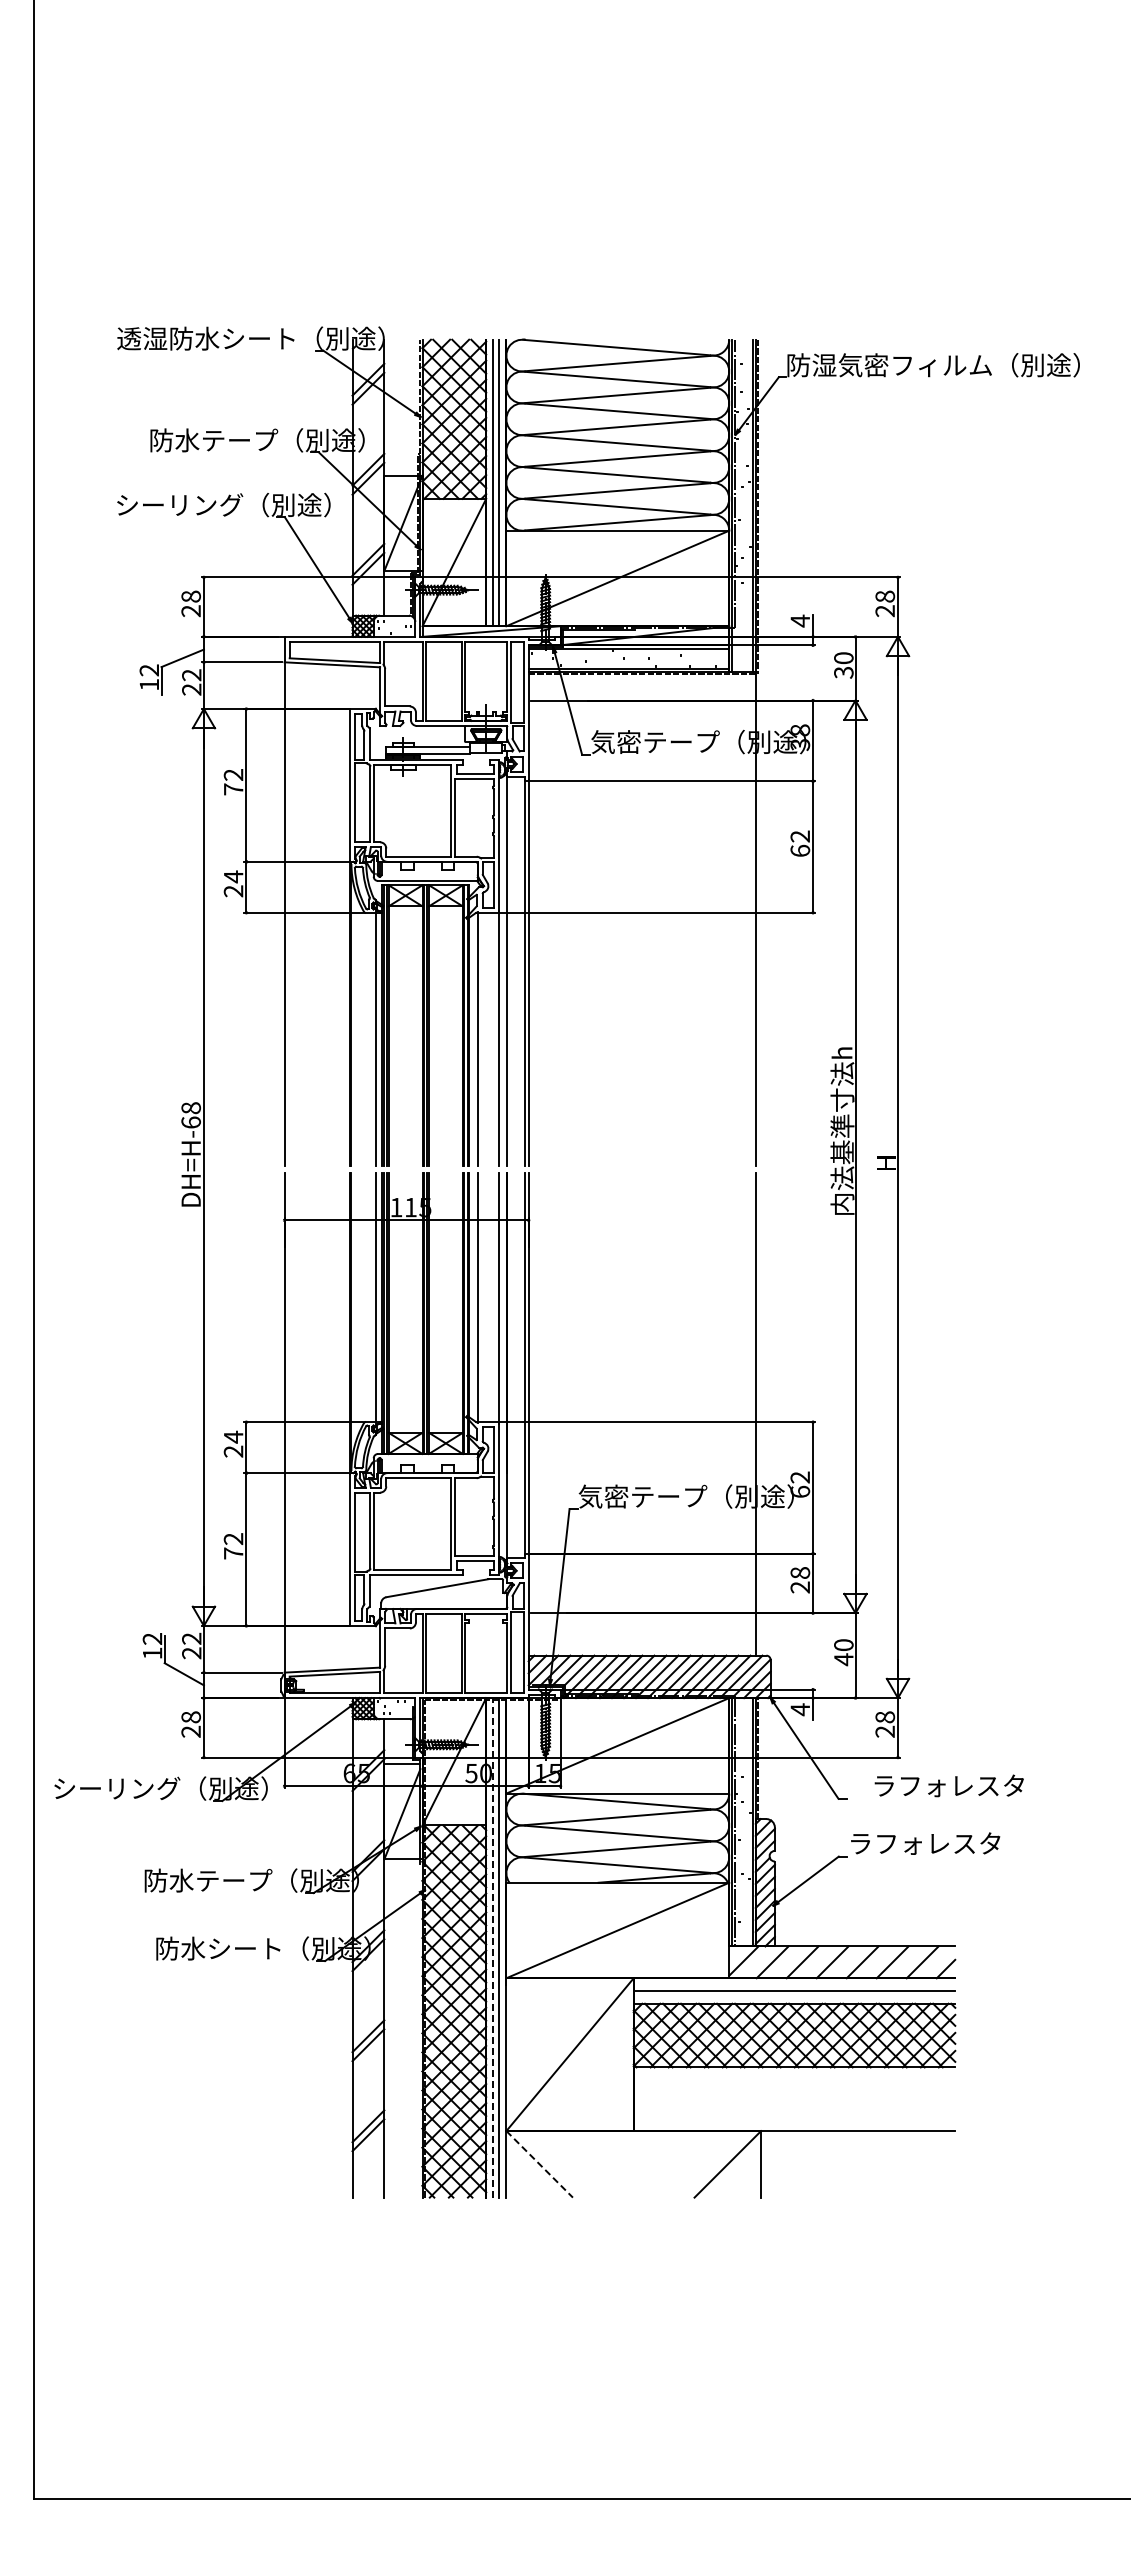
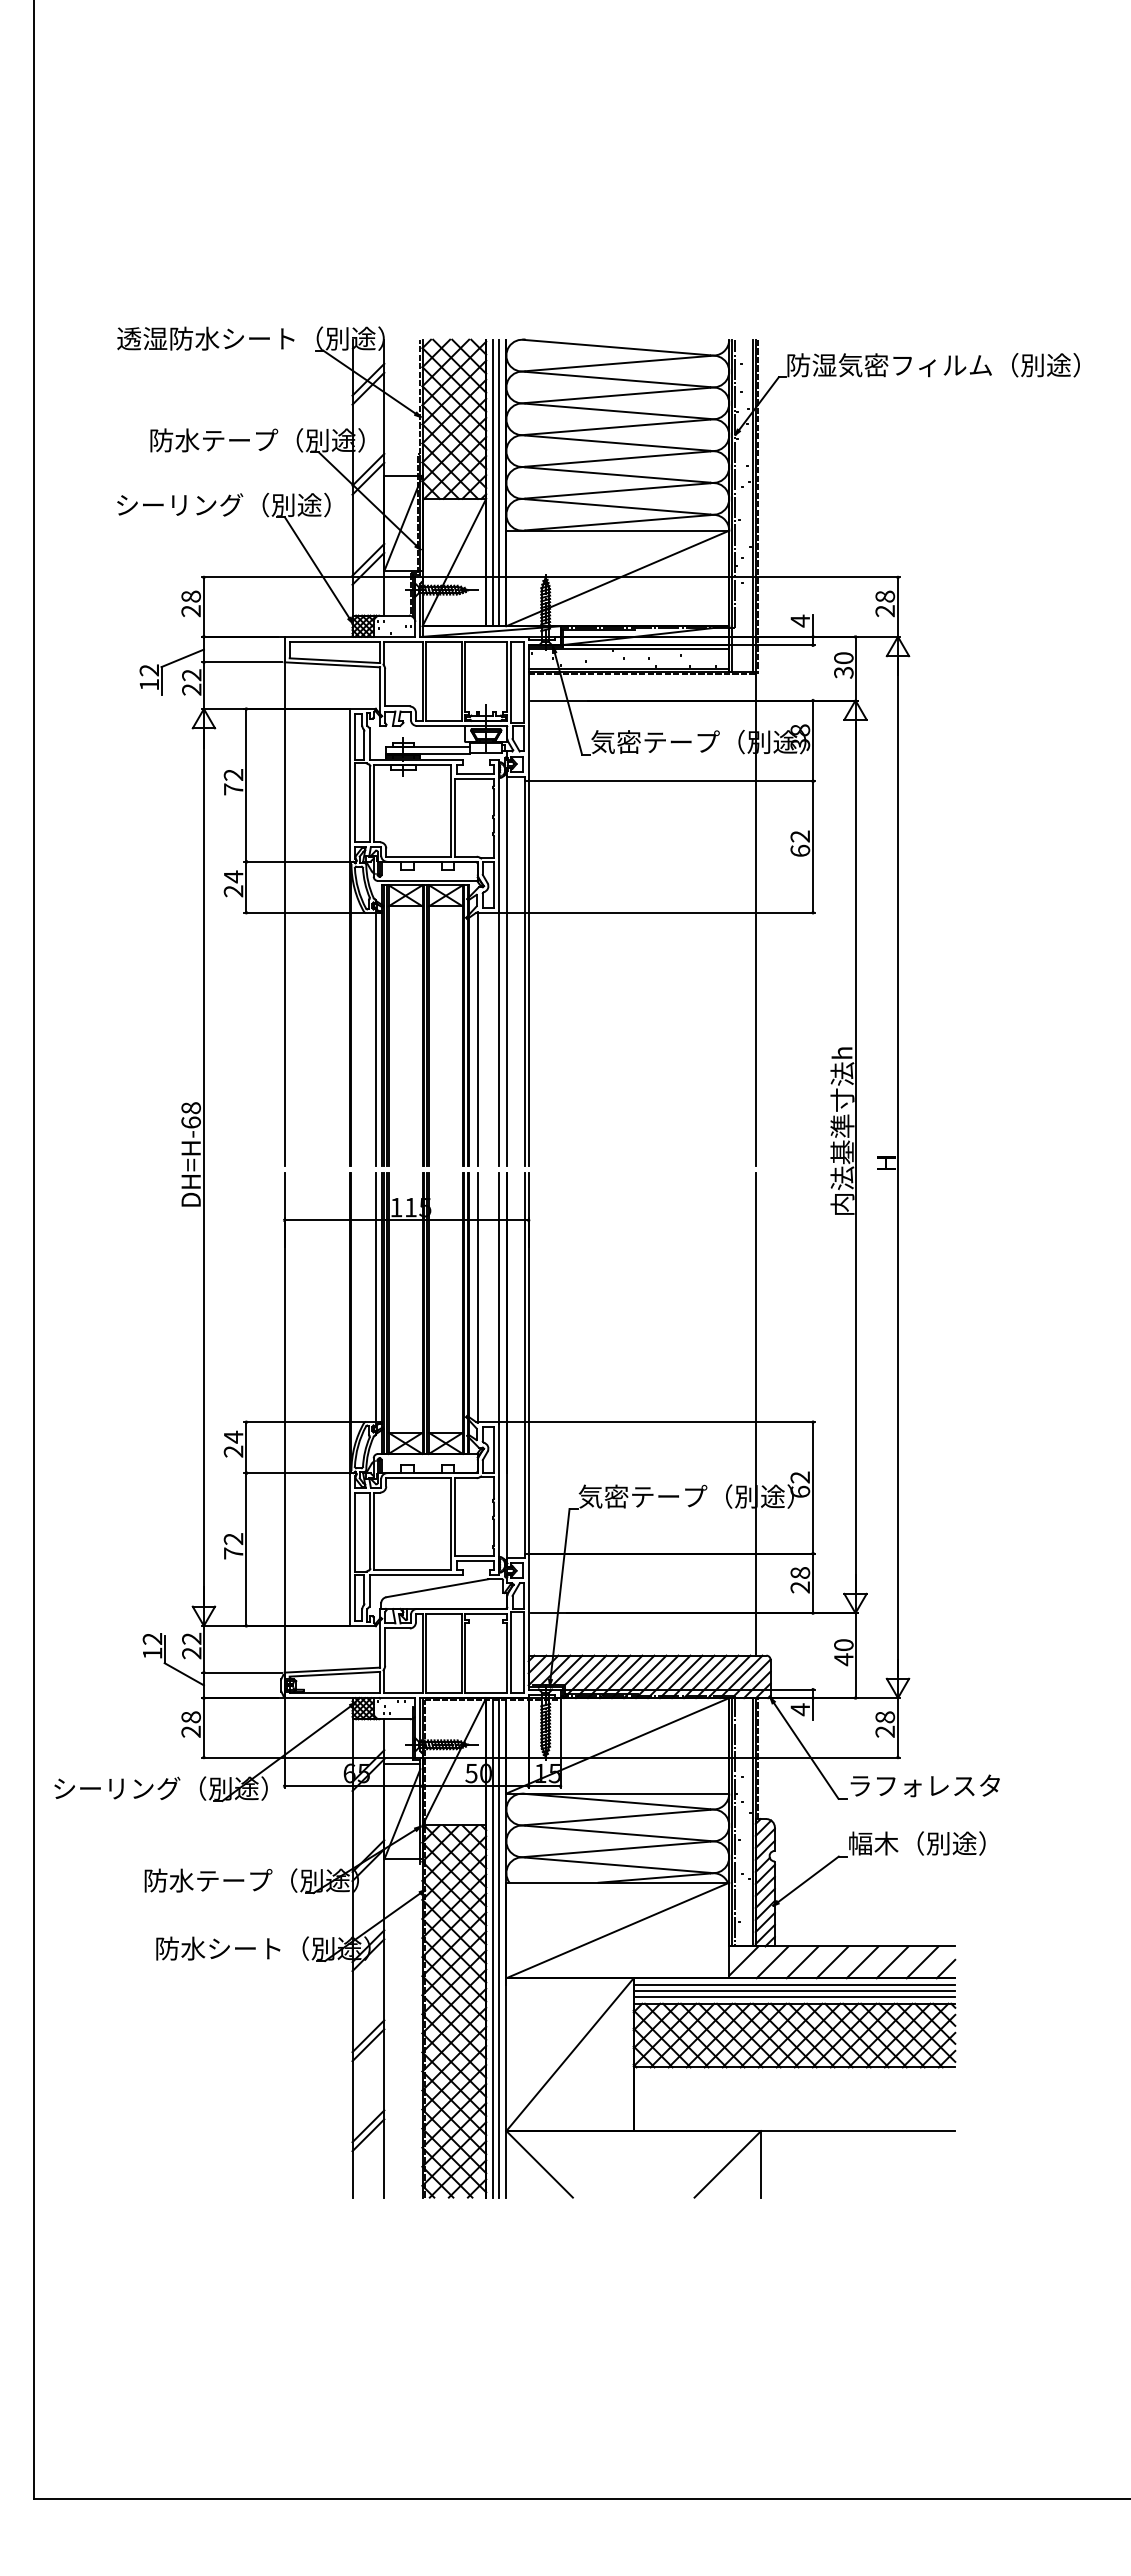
text at (948, 1785) position: (948, 1785) -> (924, 1785)
text at (924, 1843): ラフォレスタ -> 幅木（別途）
line at (492, 1947): dashed -> solid
line at (794, 1984): none -> present
line at (794, 1997): none -> present
line at (540, 2164): dashed -> solid
